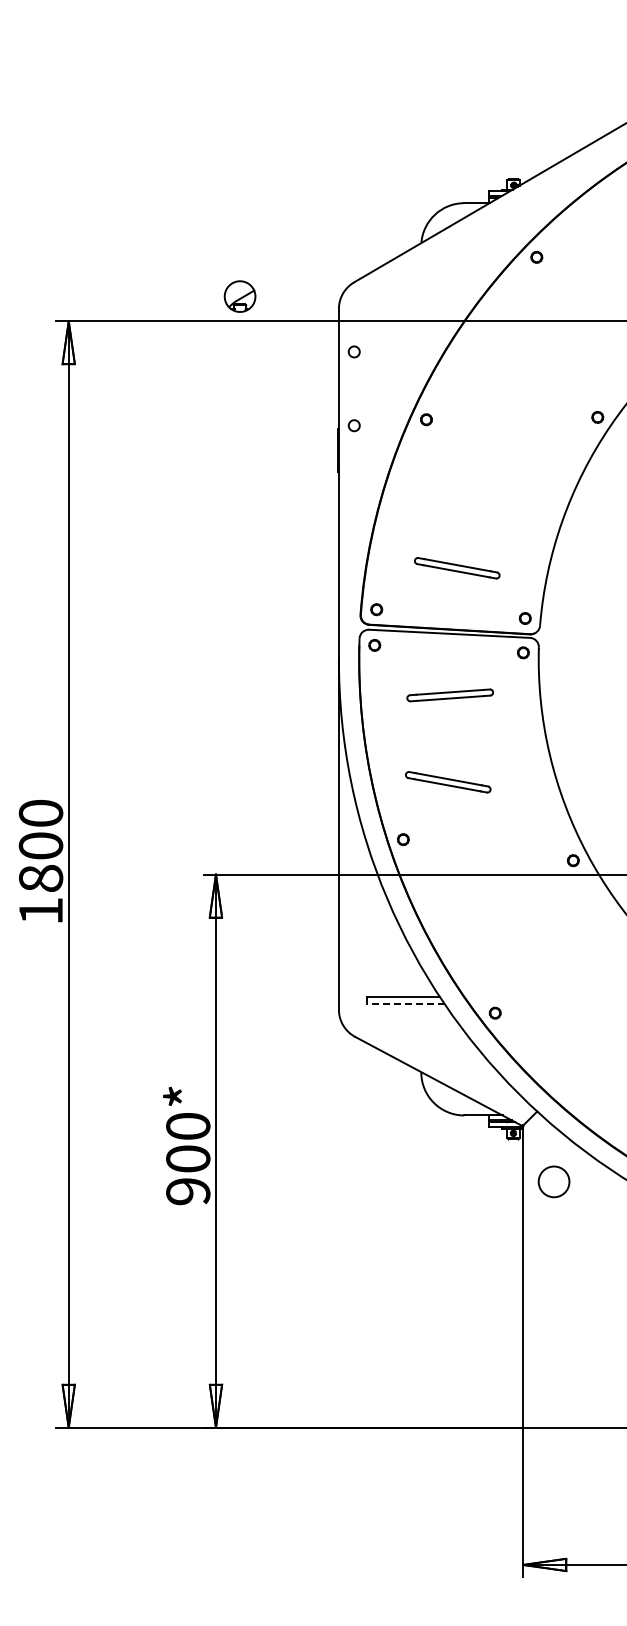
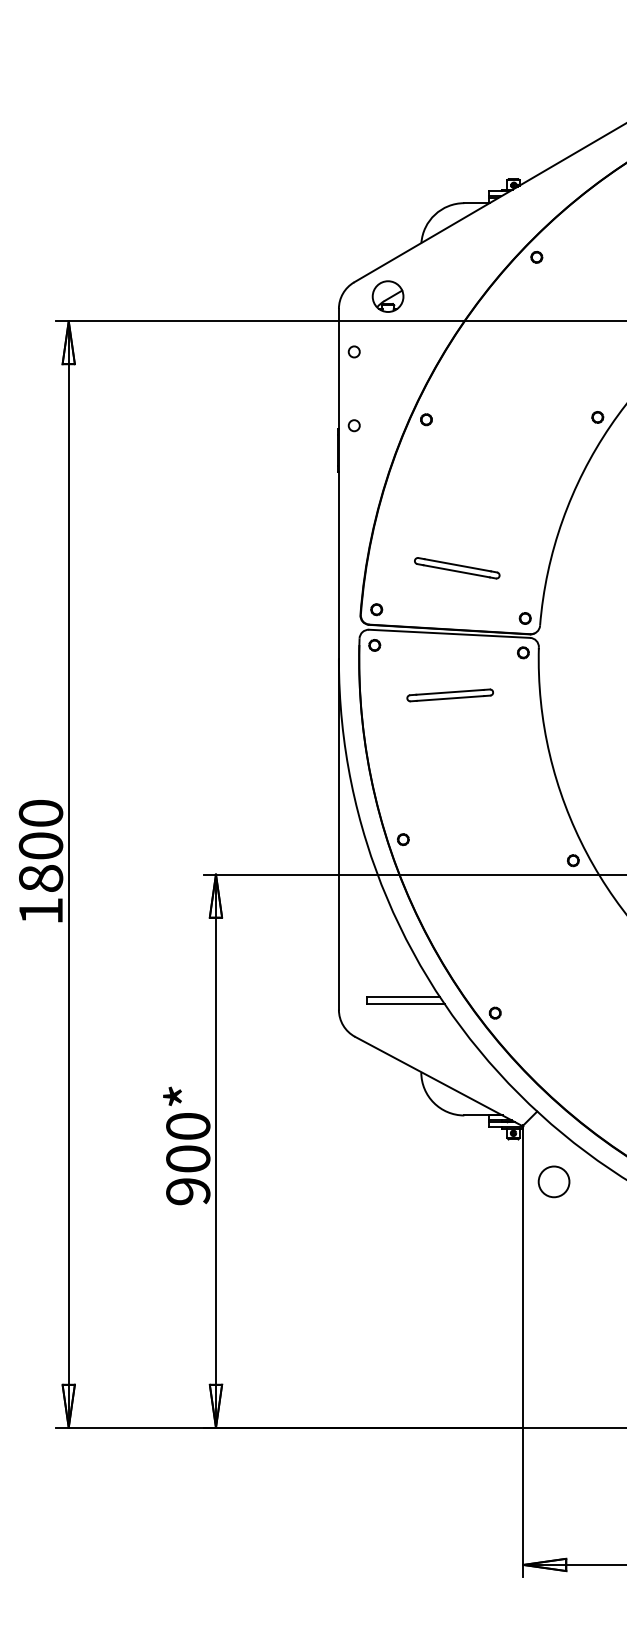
part at (239, 296) position: (239, 296) -> (387, 296)
part at (448, 782): present -> none
line at (405, 1004): dashed -> solid
